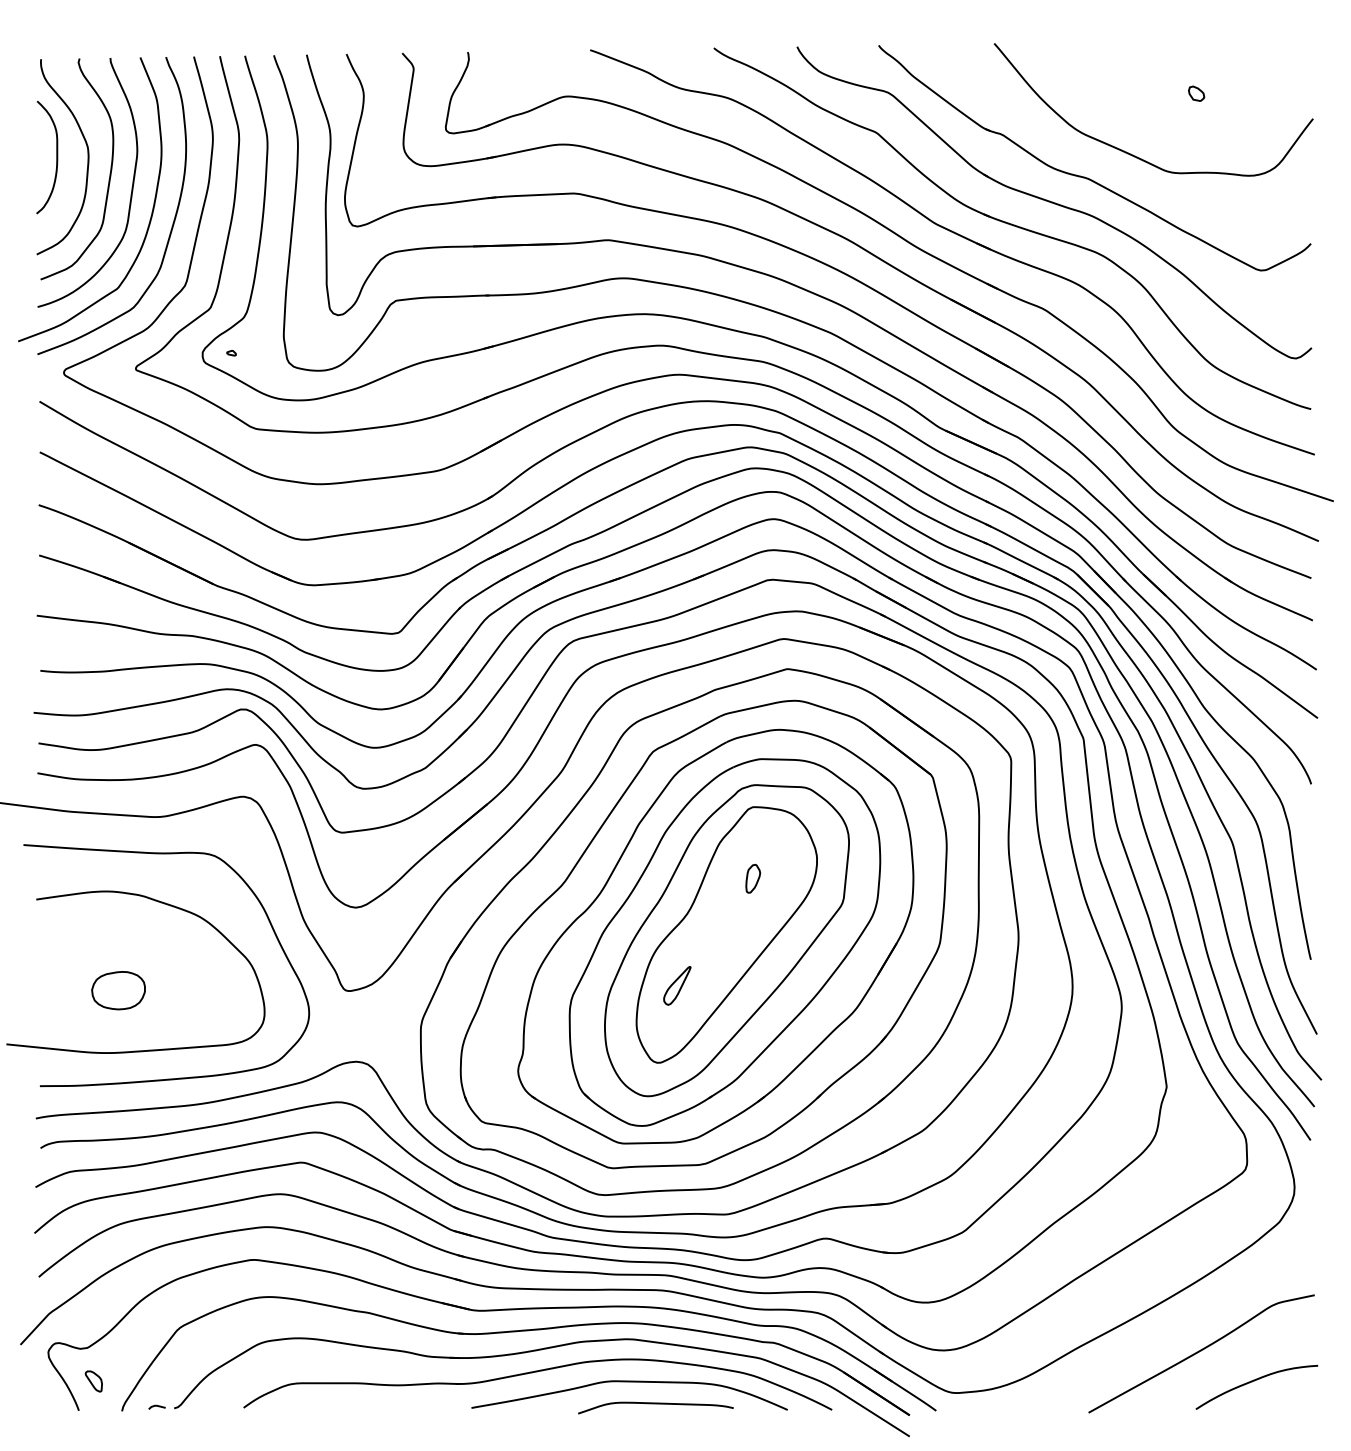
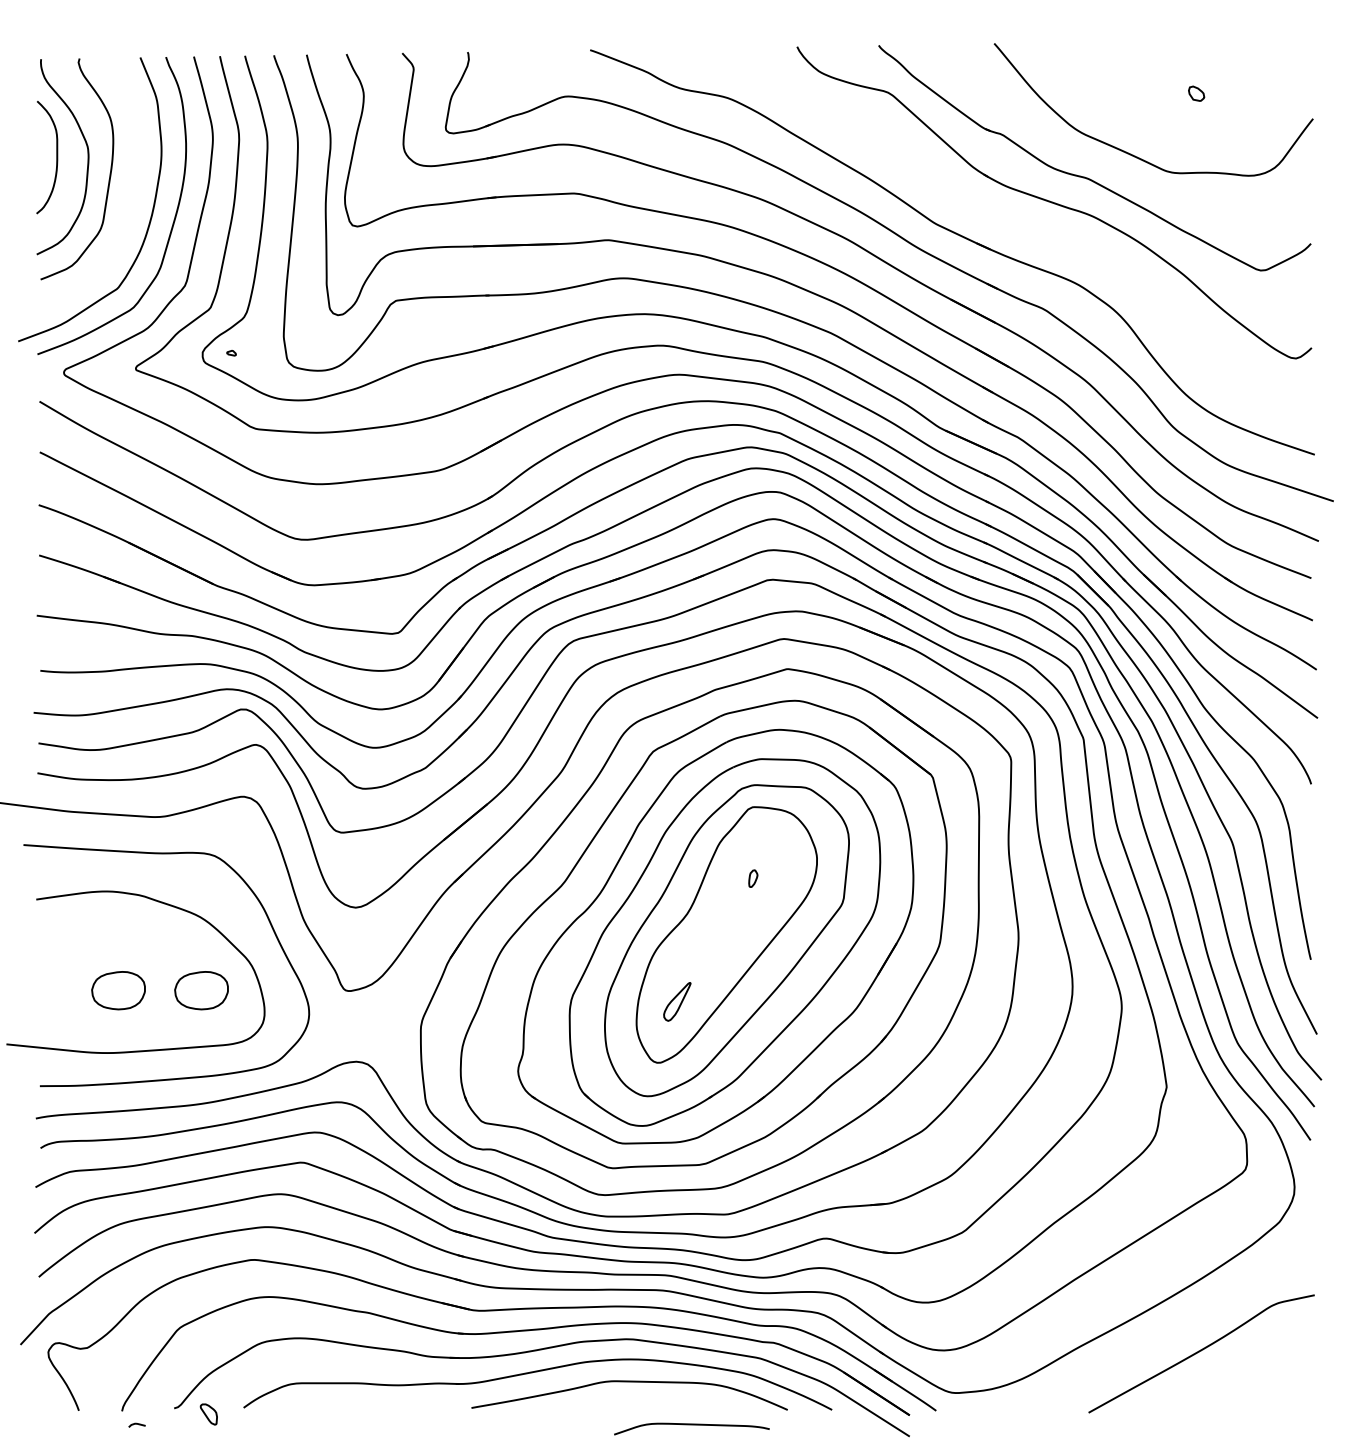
curve at (131, 187): present -> none
part at (1012, 228): present -> none
part at (753, 878) size: 17x31 px -> 11x19 px
part at (677, 985) position: (677, 985) -> (677, 1001)
part at (201, 990): none -> present
part at (93, 1381) position: (93, 1381) -> (208, 1414)
curve at (1254, 1381): present -> none
curve at (655, 1404) position: (655, 1404) -> (691, 1425)
curve at (156, 1406) position: (156, 1406) -> (136, 1424)
